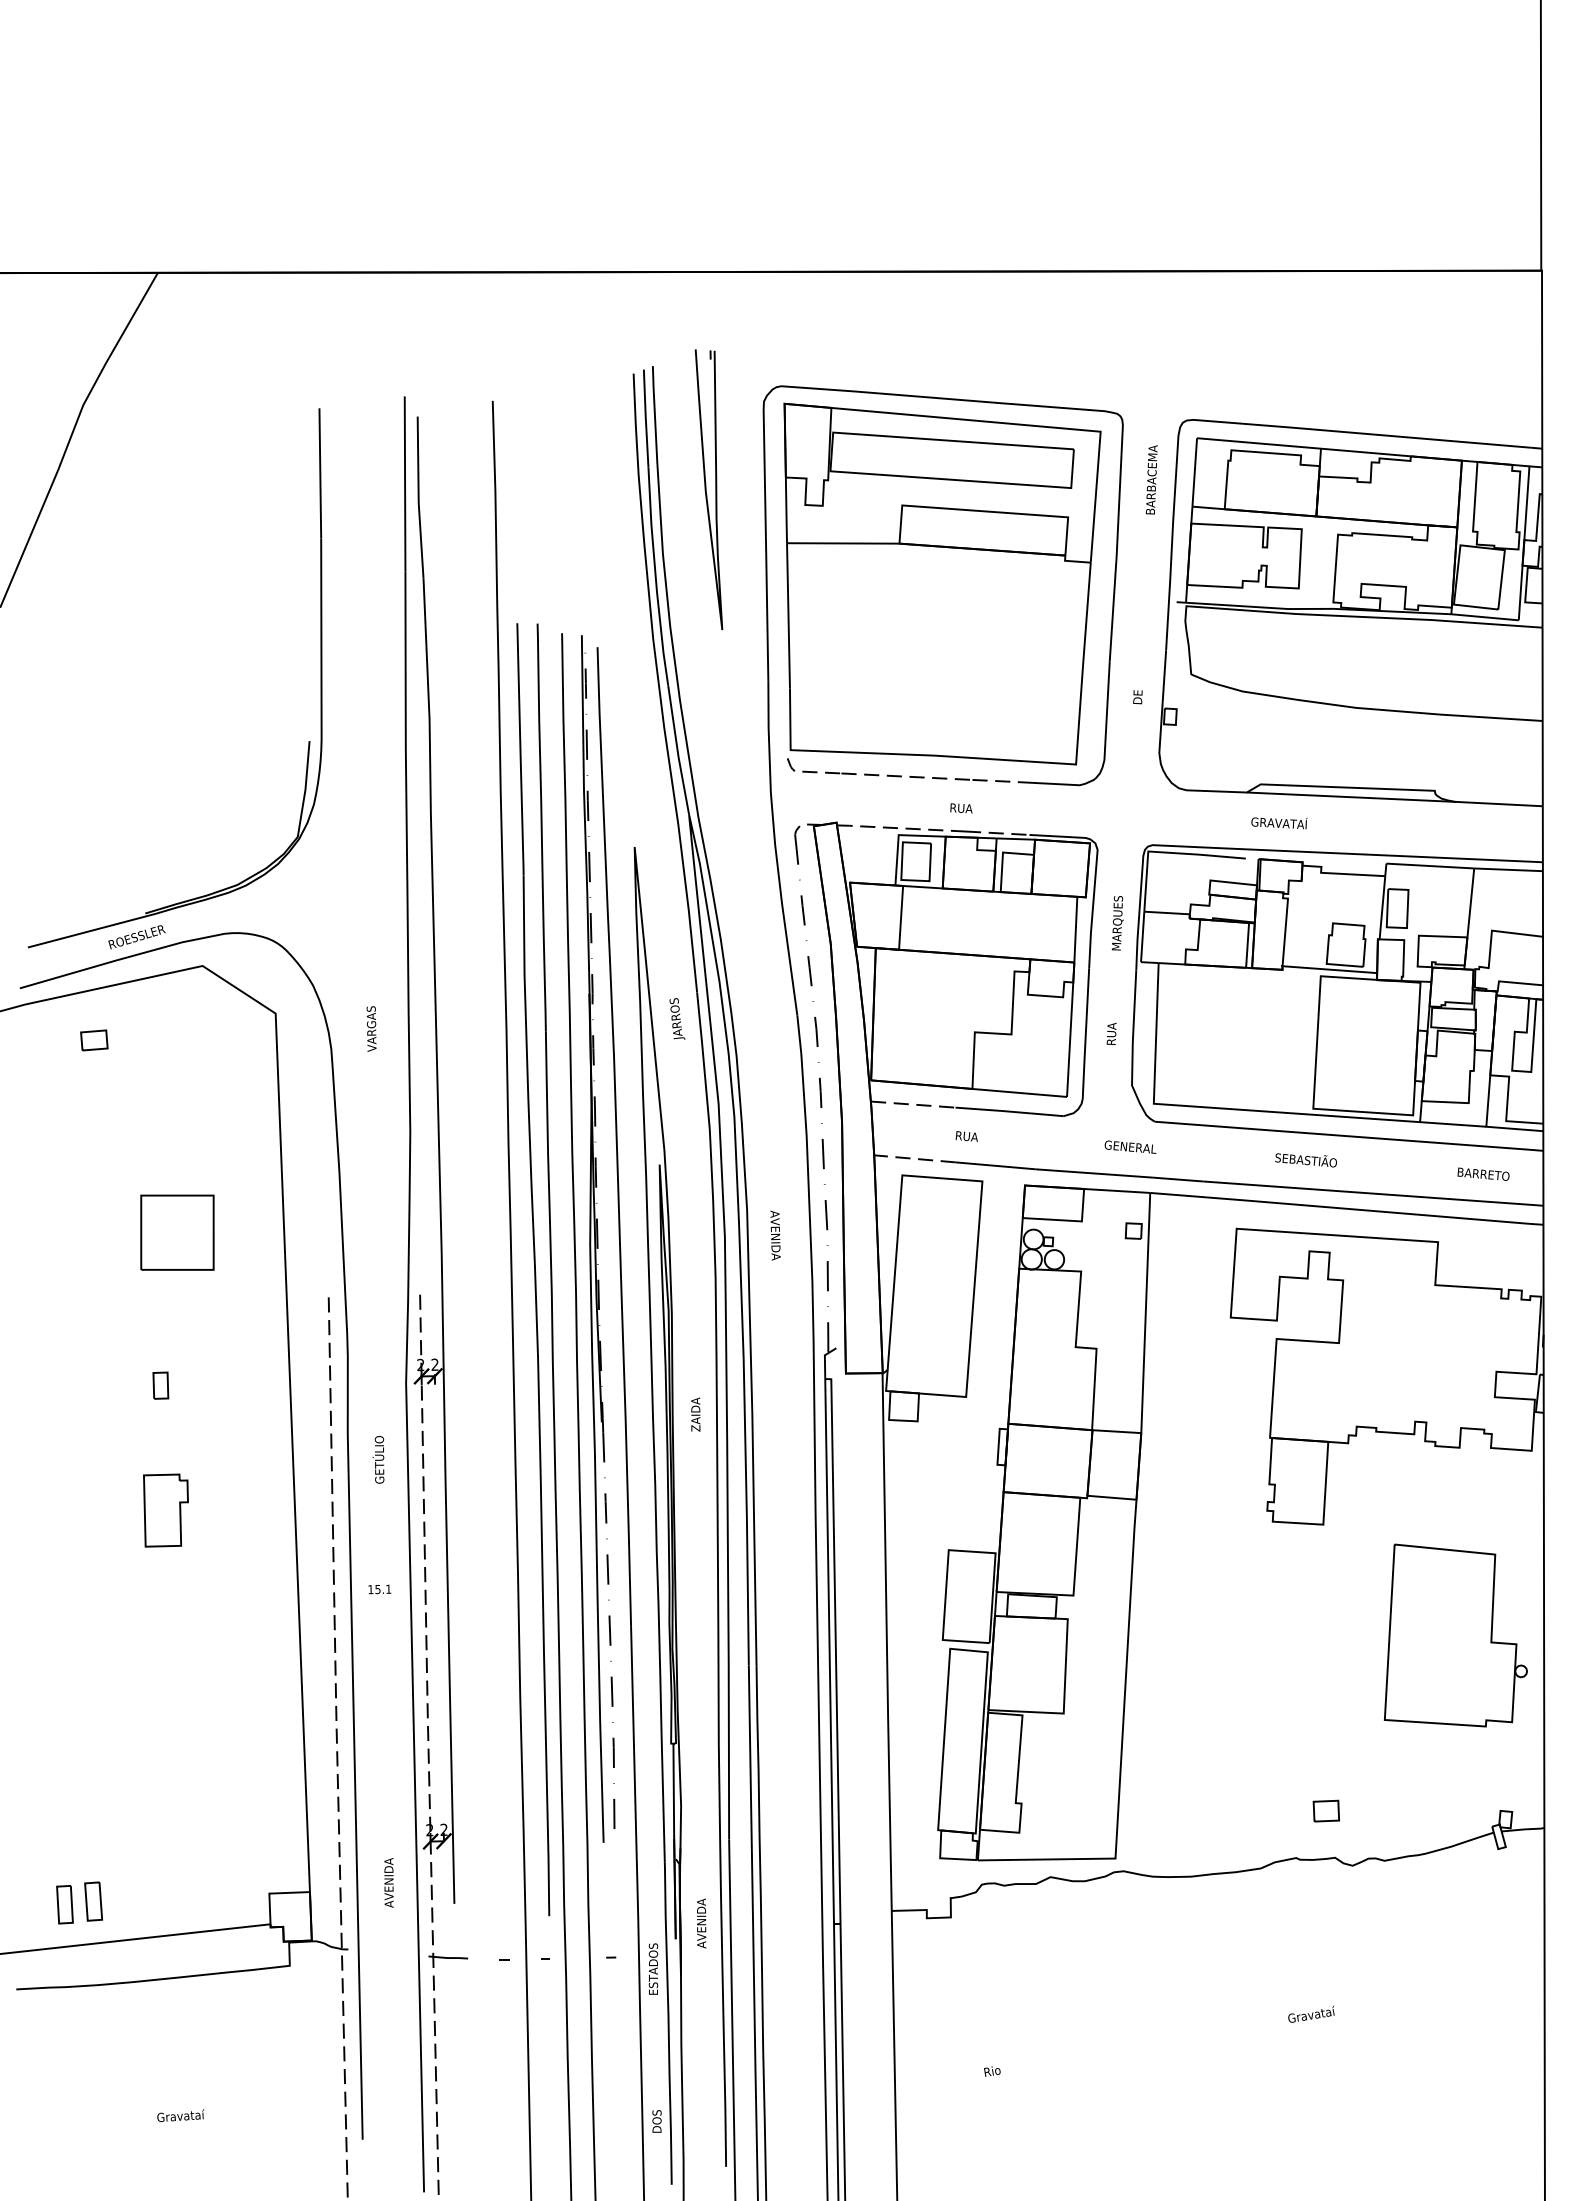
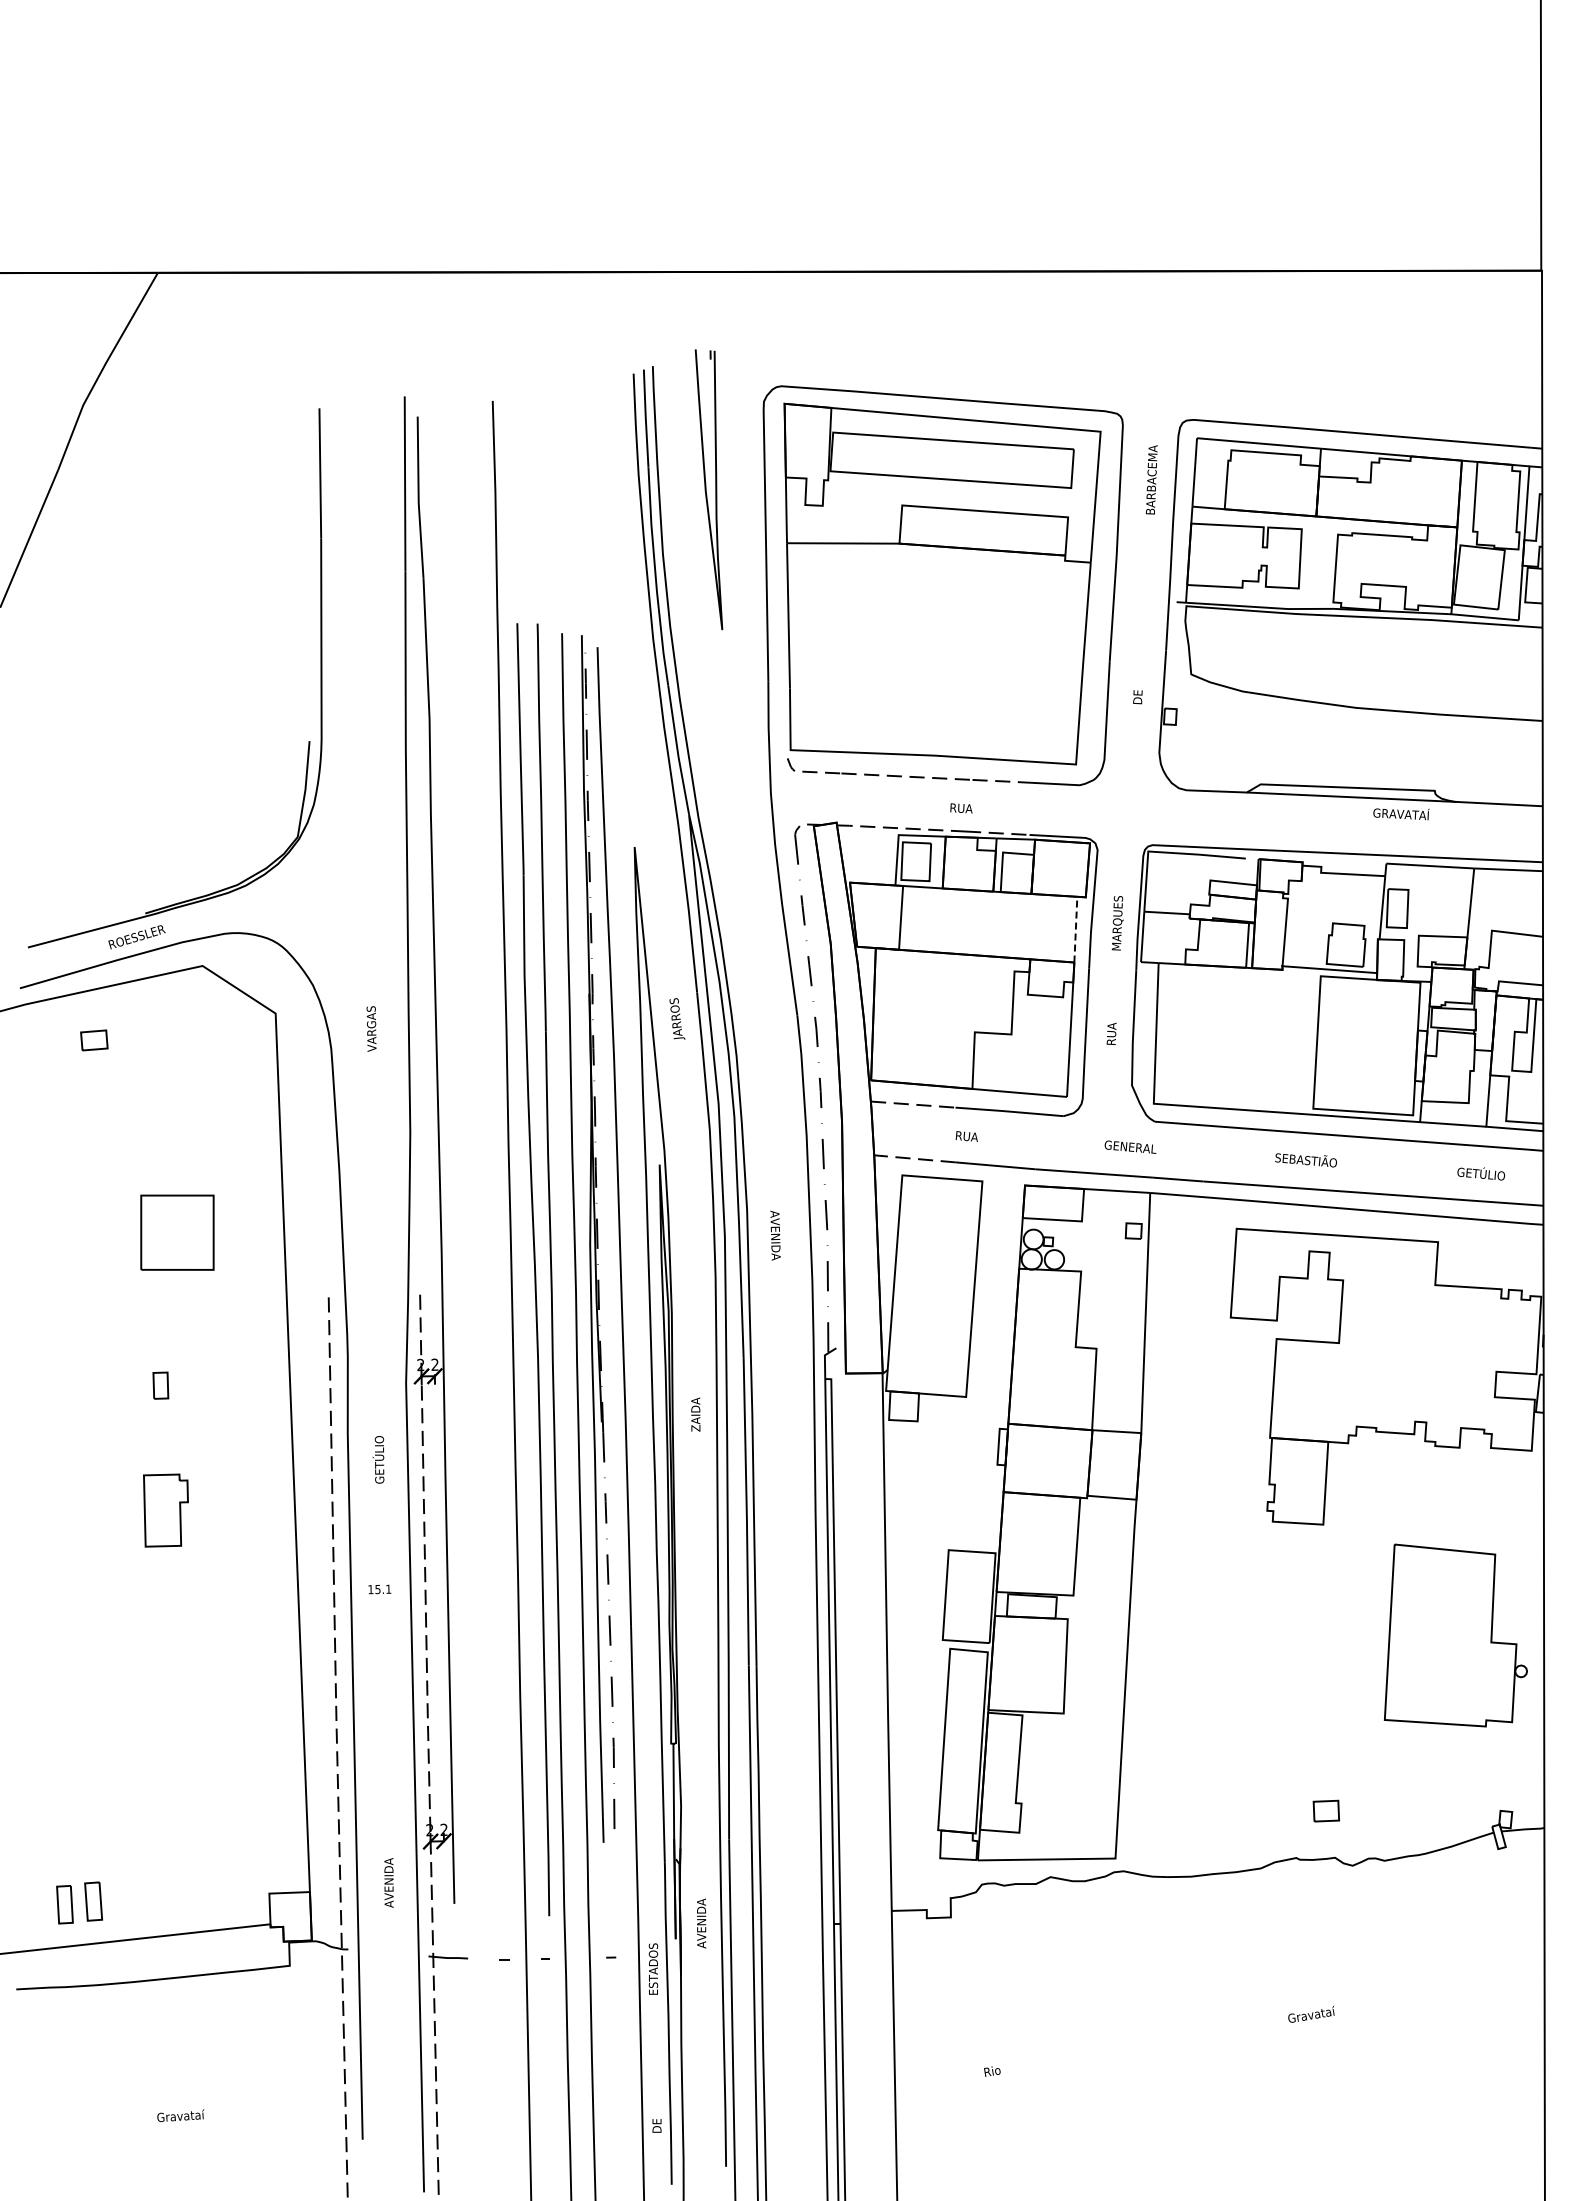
text at (1279, 823) position: (1279, 823) -> (1401, 814)
line at (1075, 929): solid -> dashed
text at (1483, 1173): BARRETO -> GETÚLIO
text at (656, 2117): DOS -> DE
